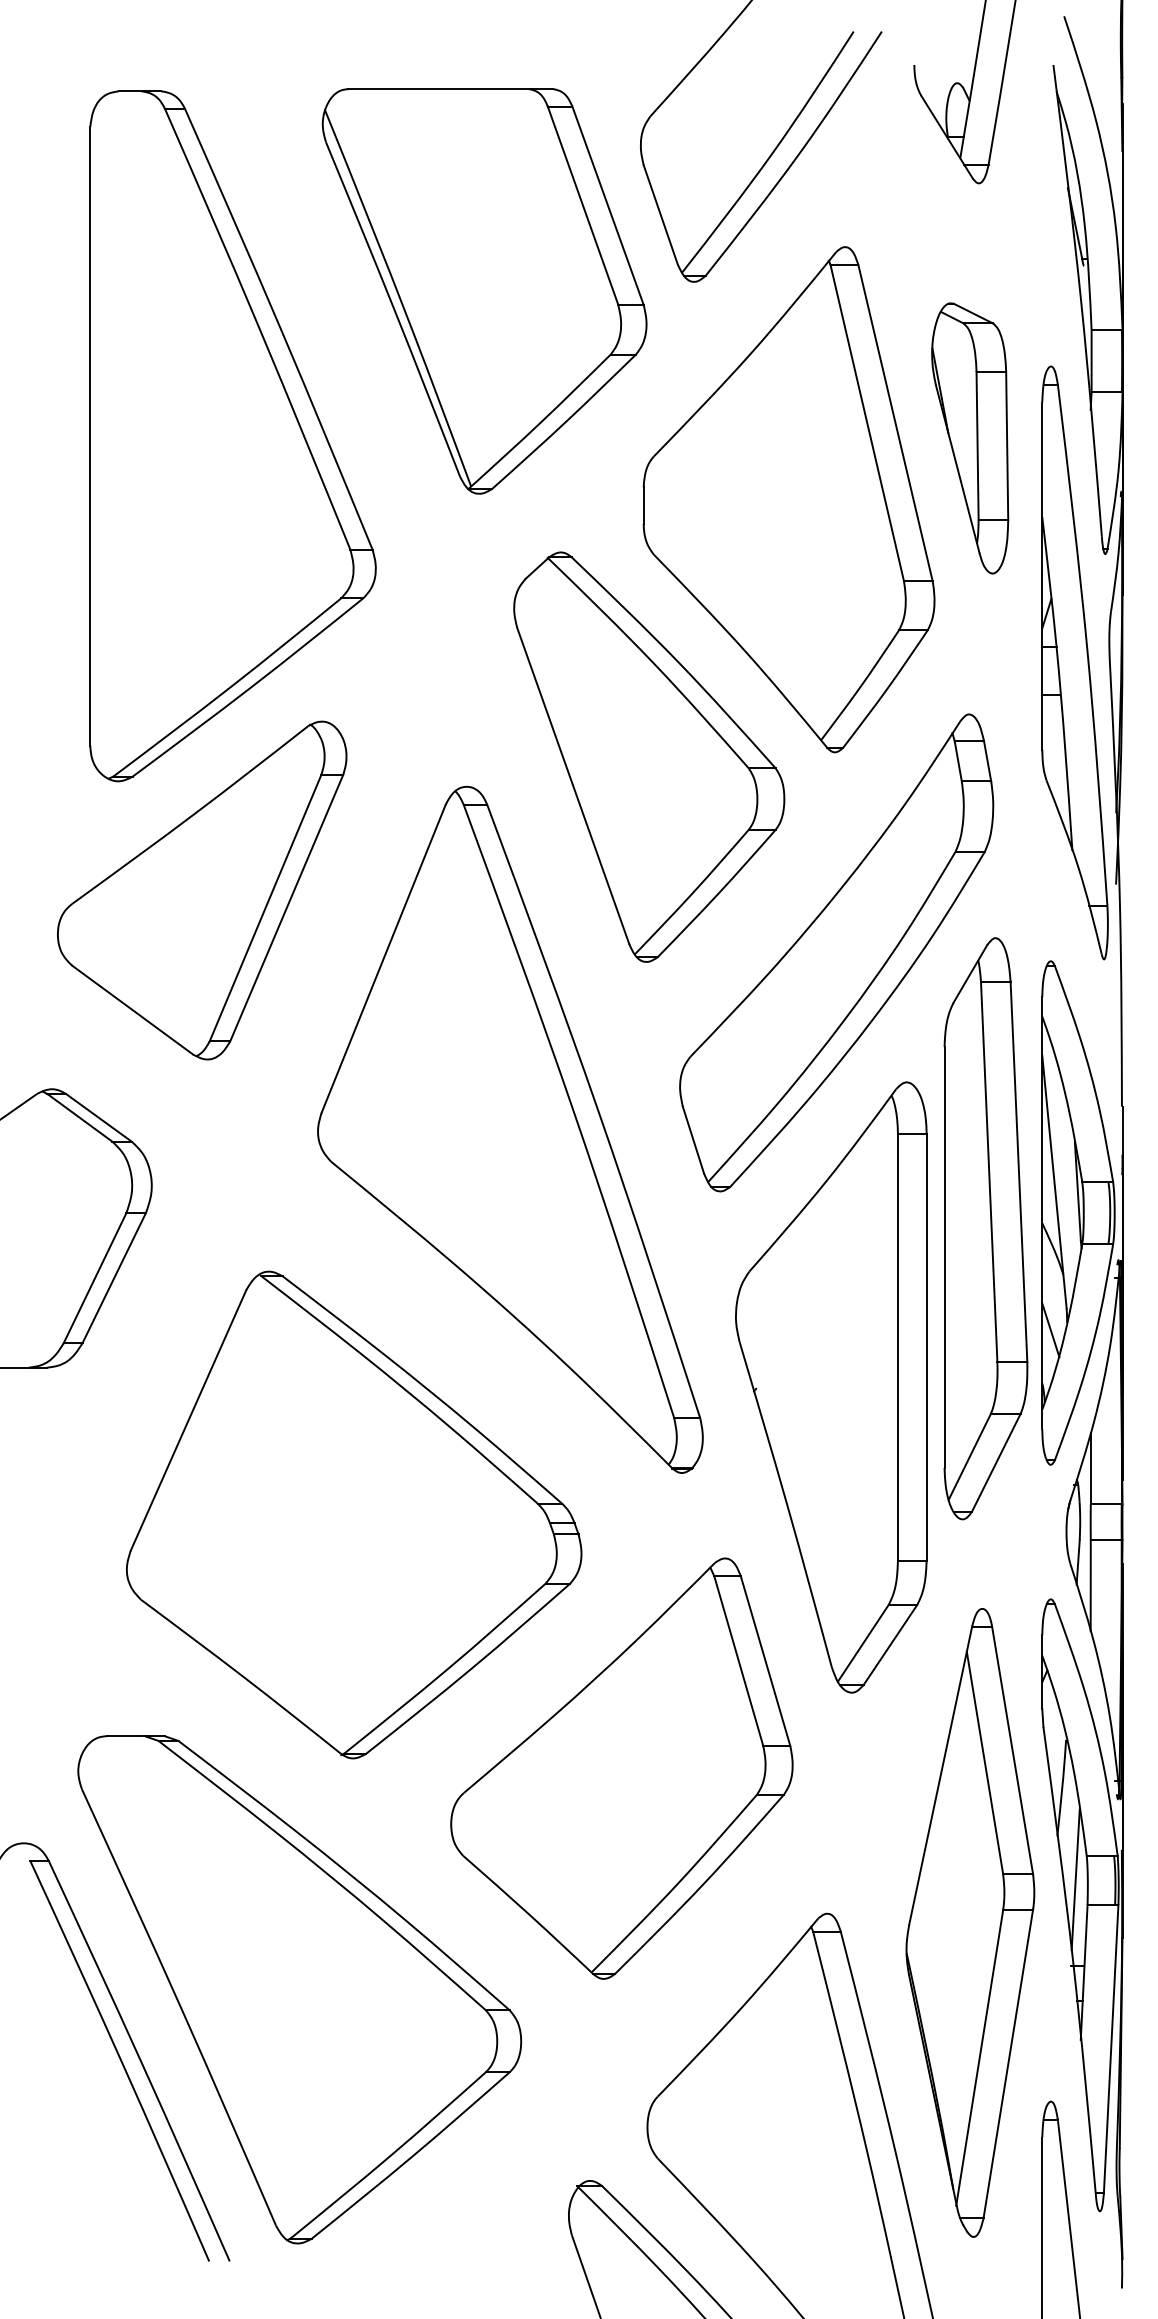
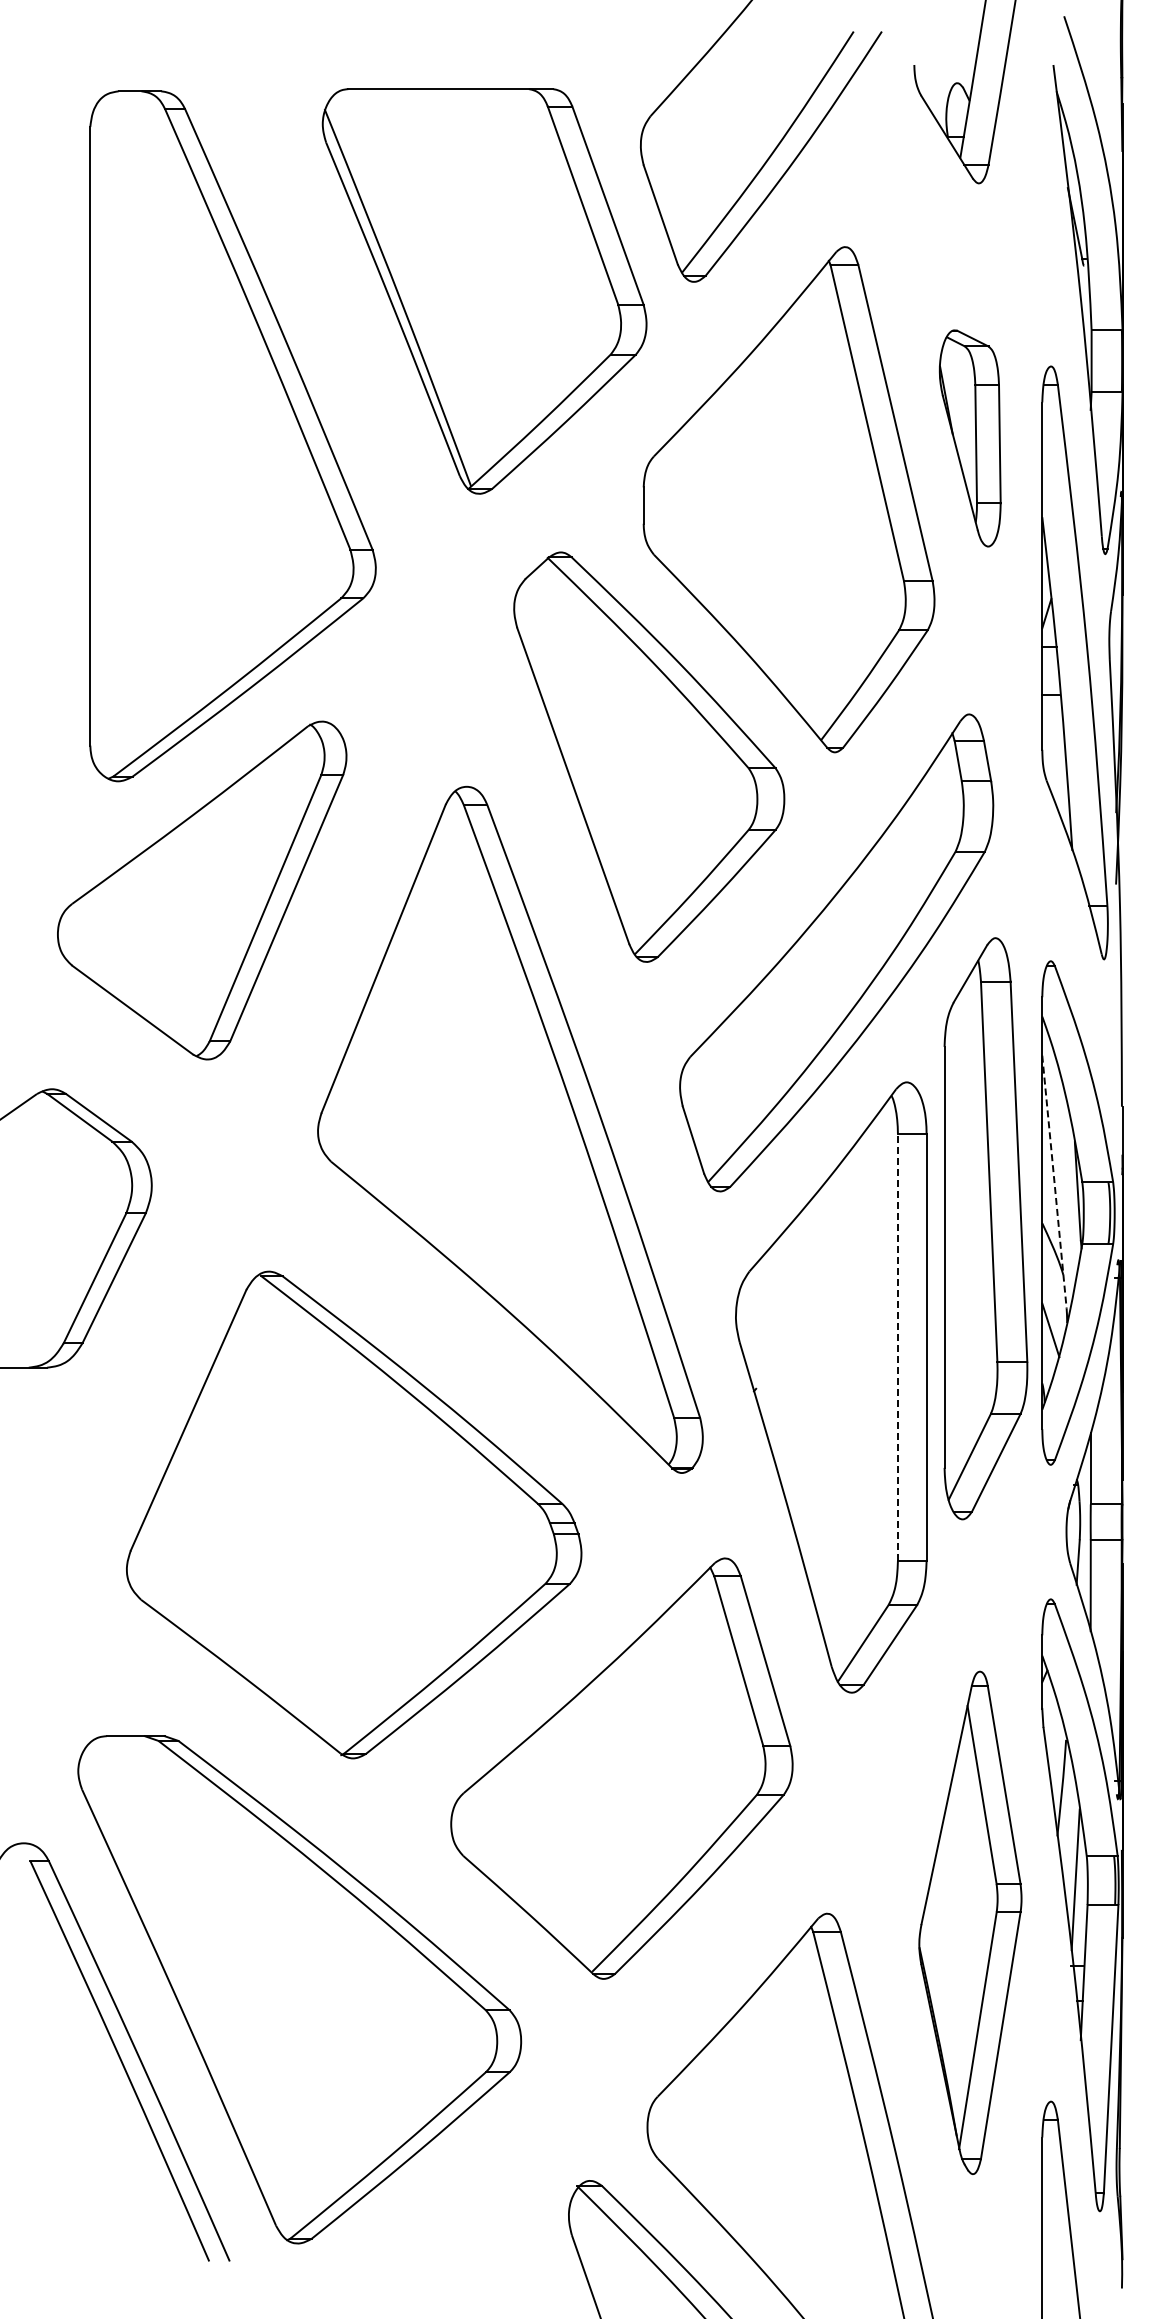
part at (970, 438) size: 79x273 px -> 64x219 px
line at (1054, 1182): solid -> dashed
line at (897, 1347): solid -> dashed
part at (970, 1922) size: 131x630 px -> 105x505 px
